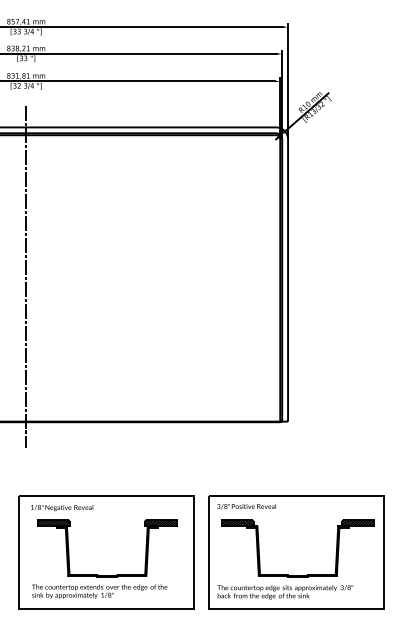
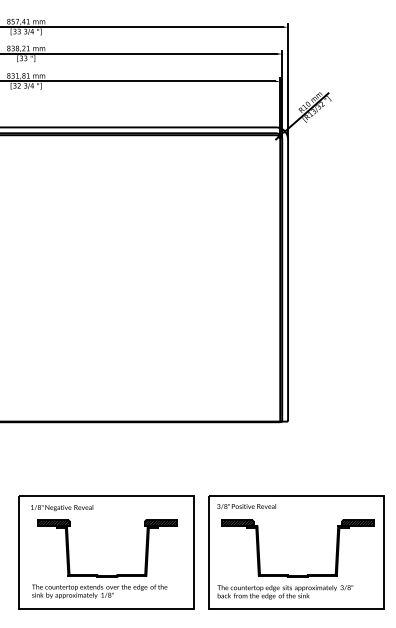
line at (26, 277): present -> none
